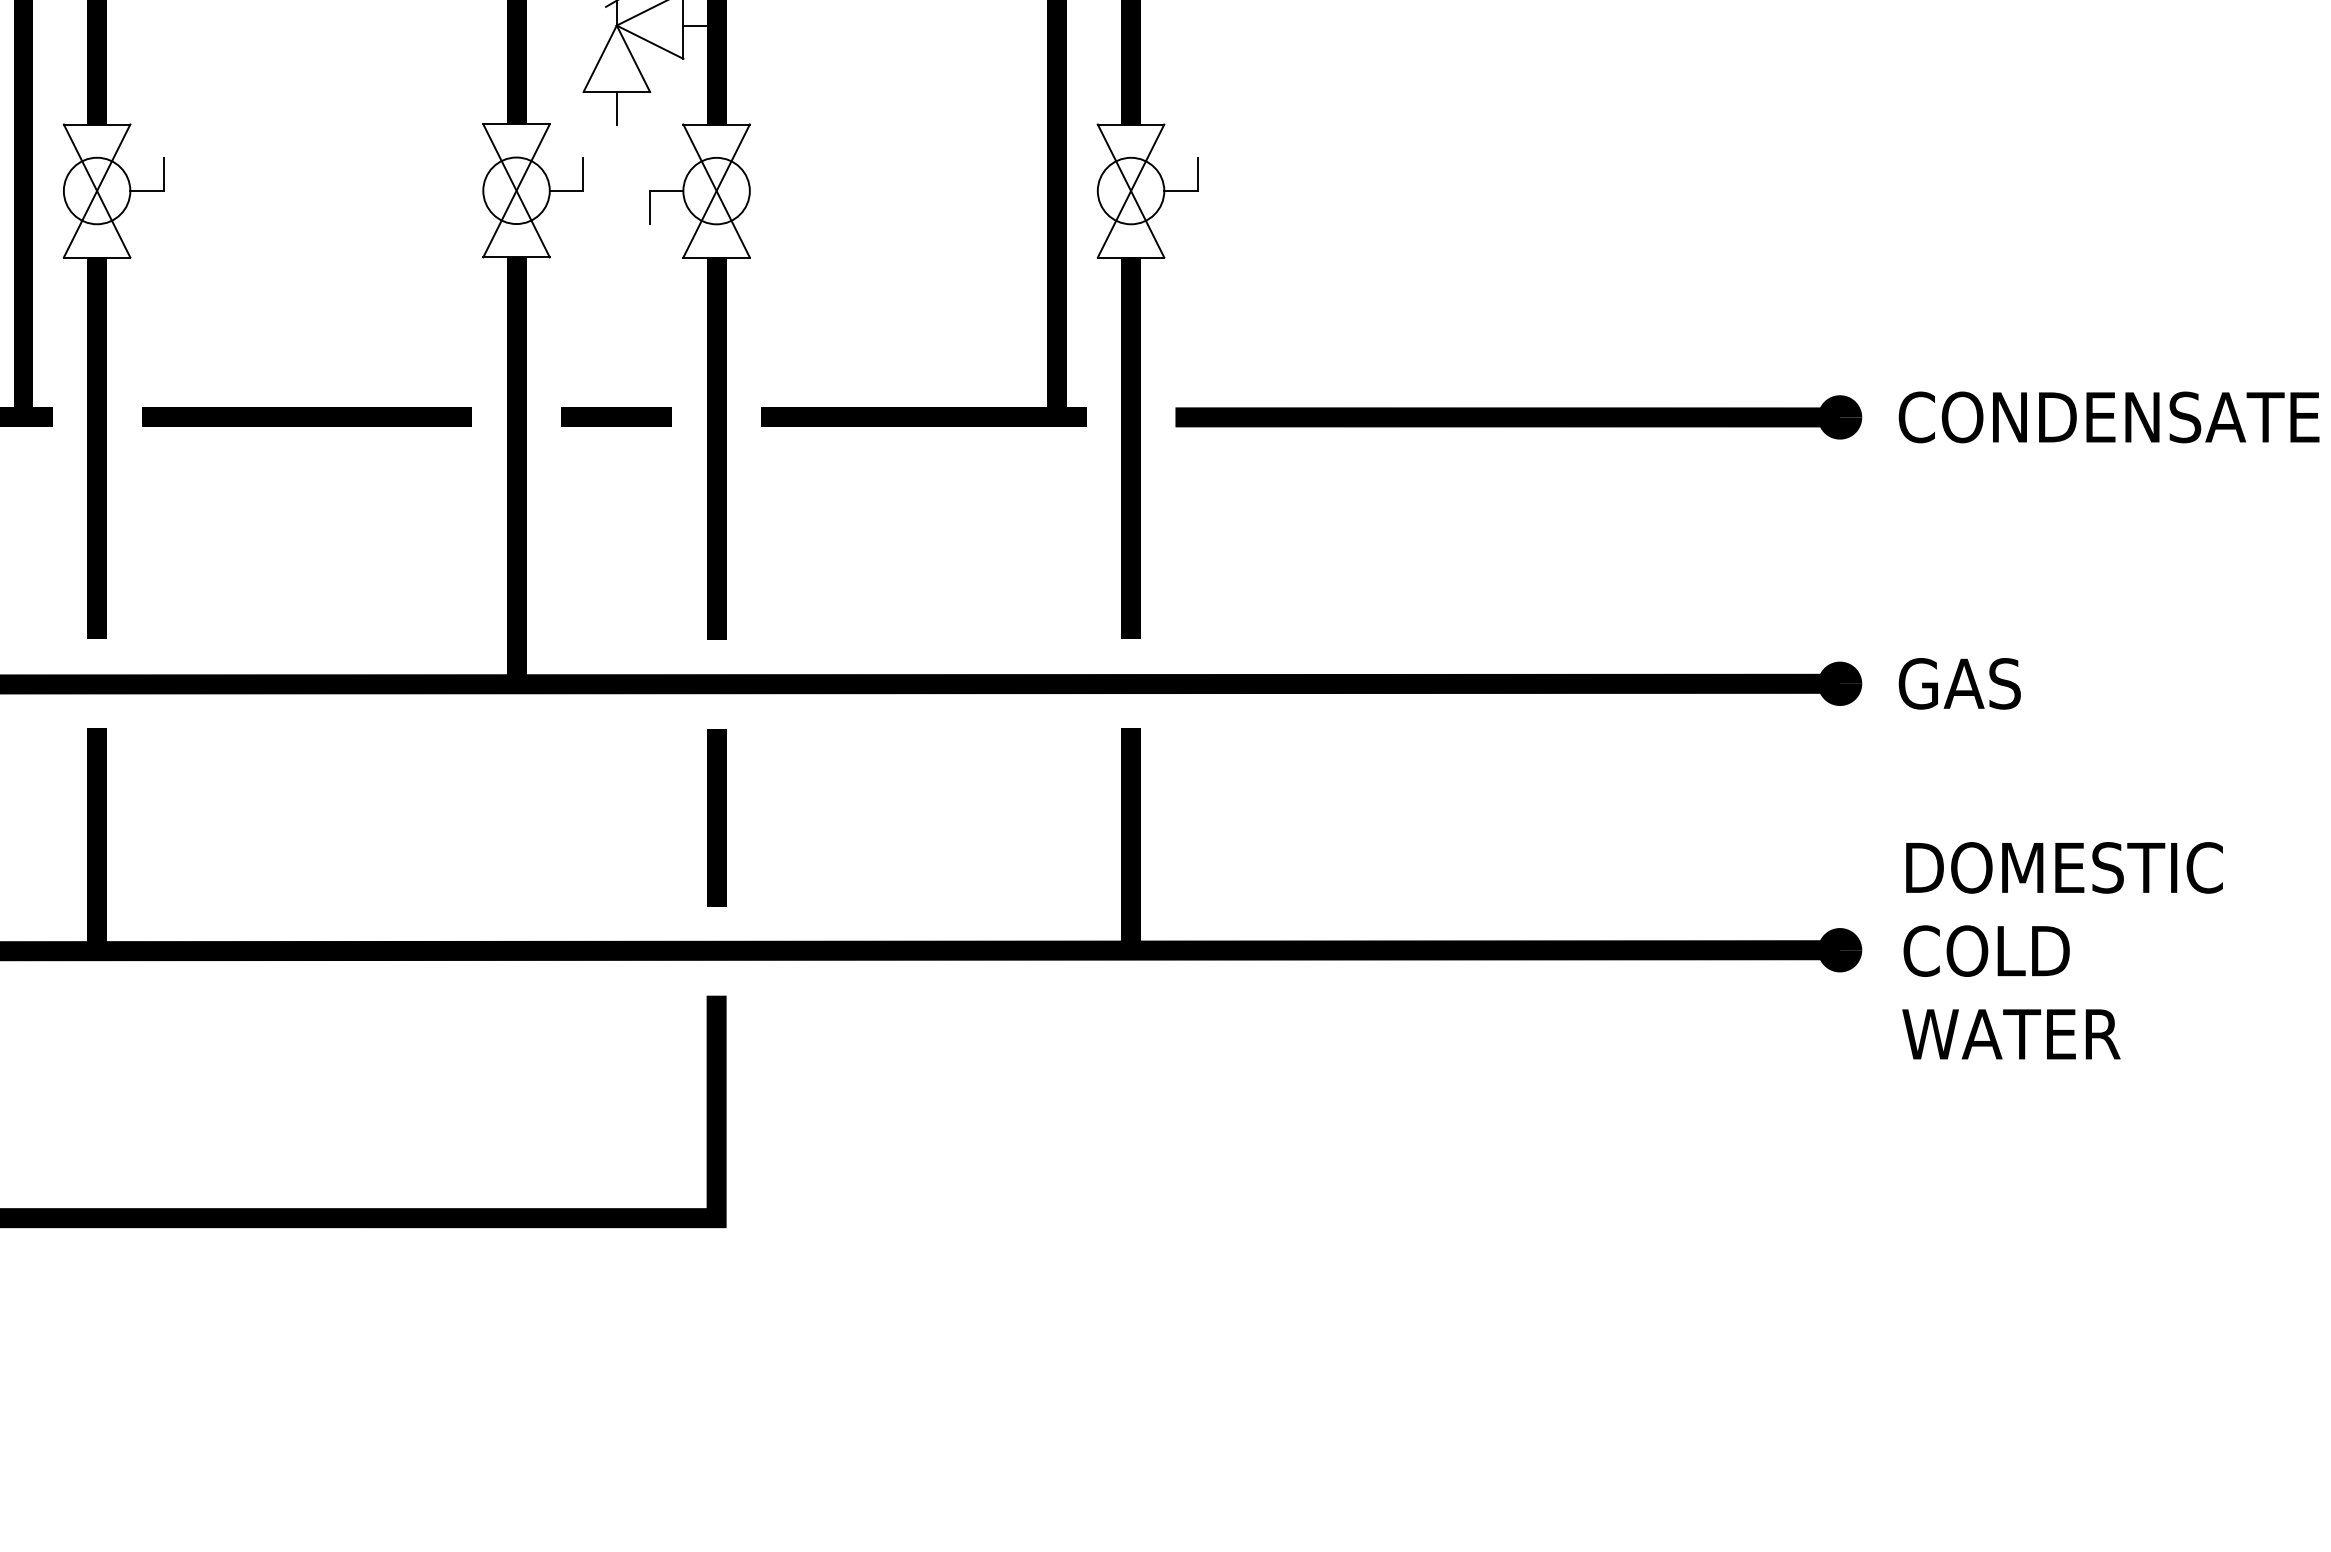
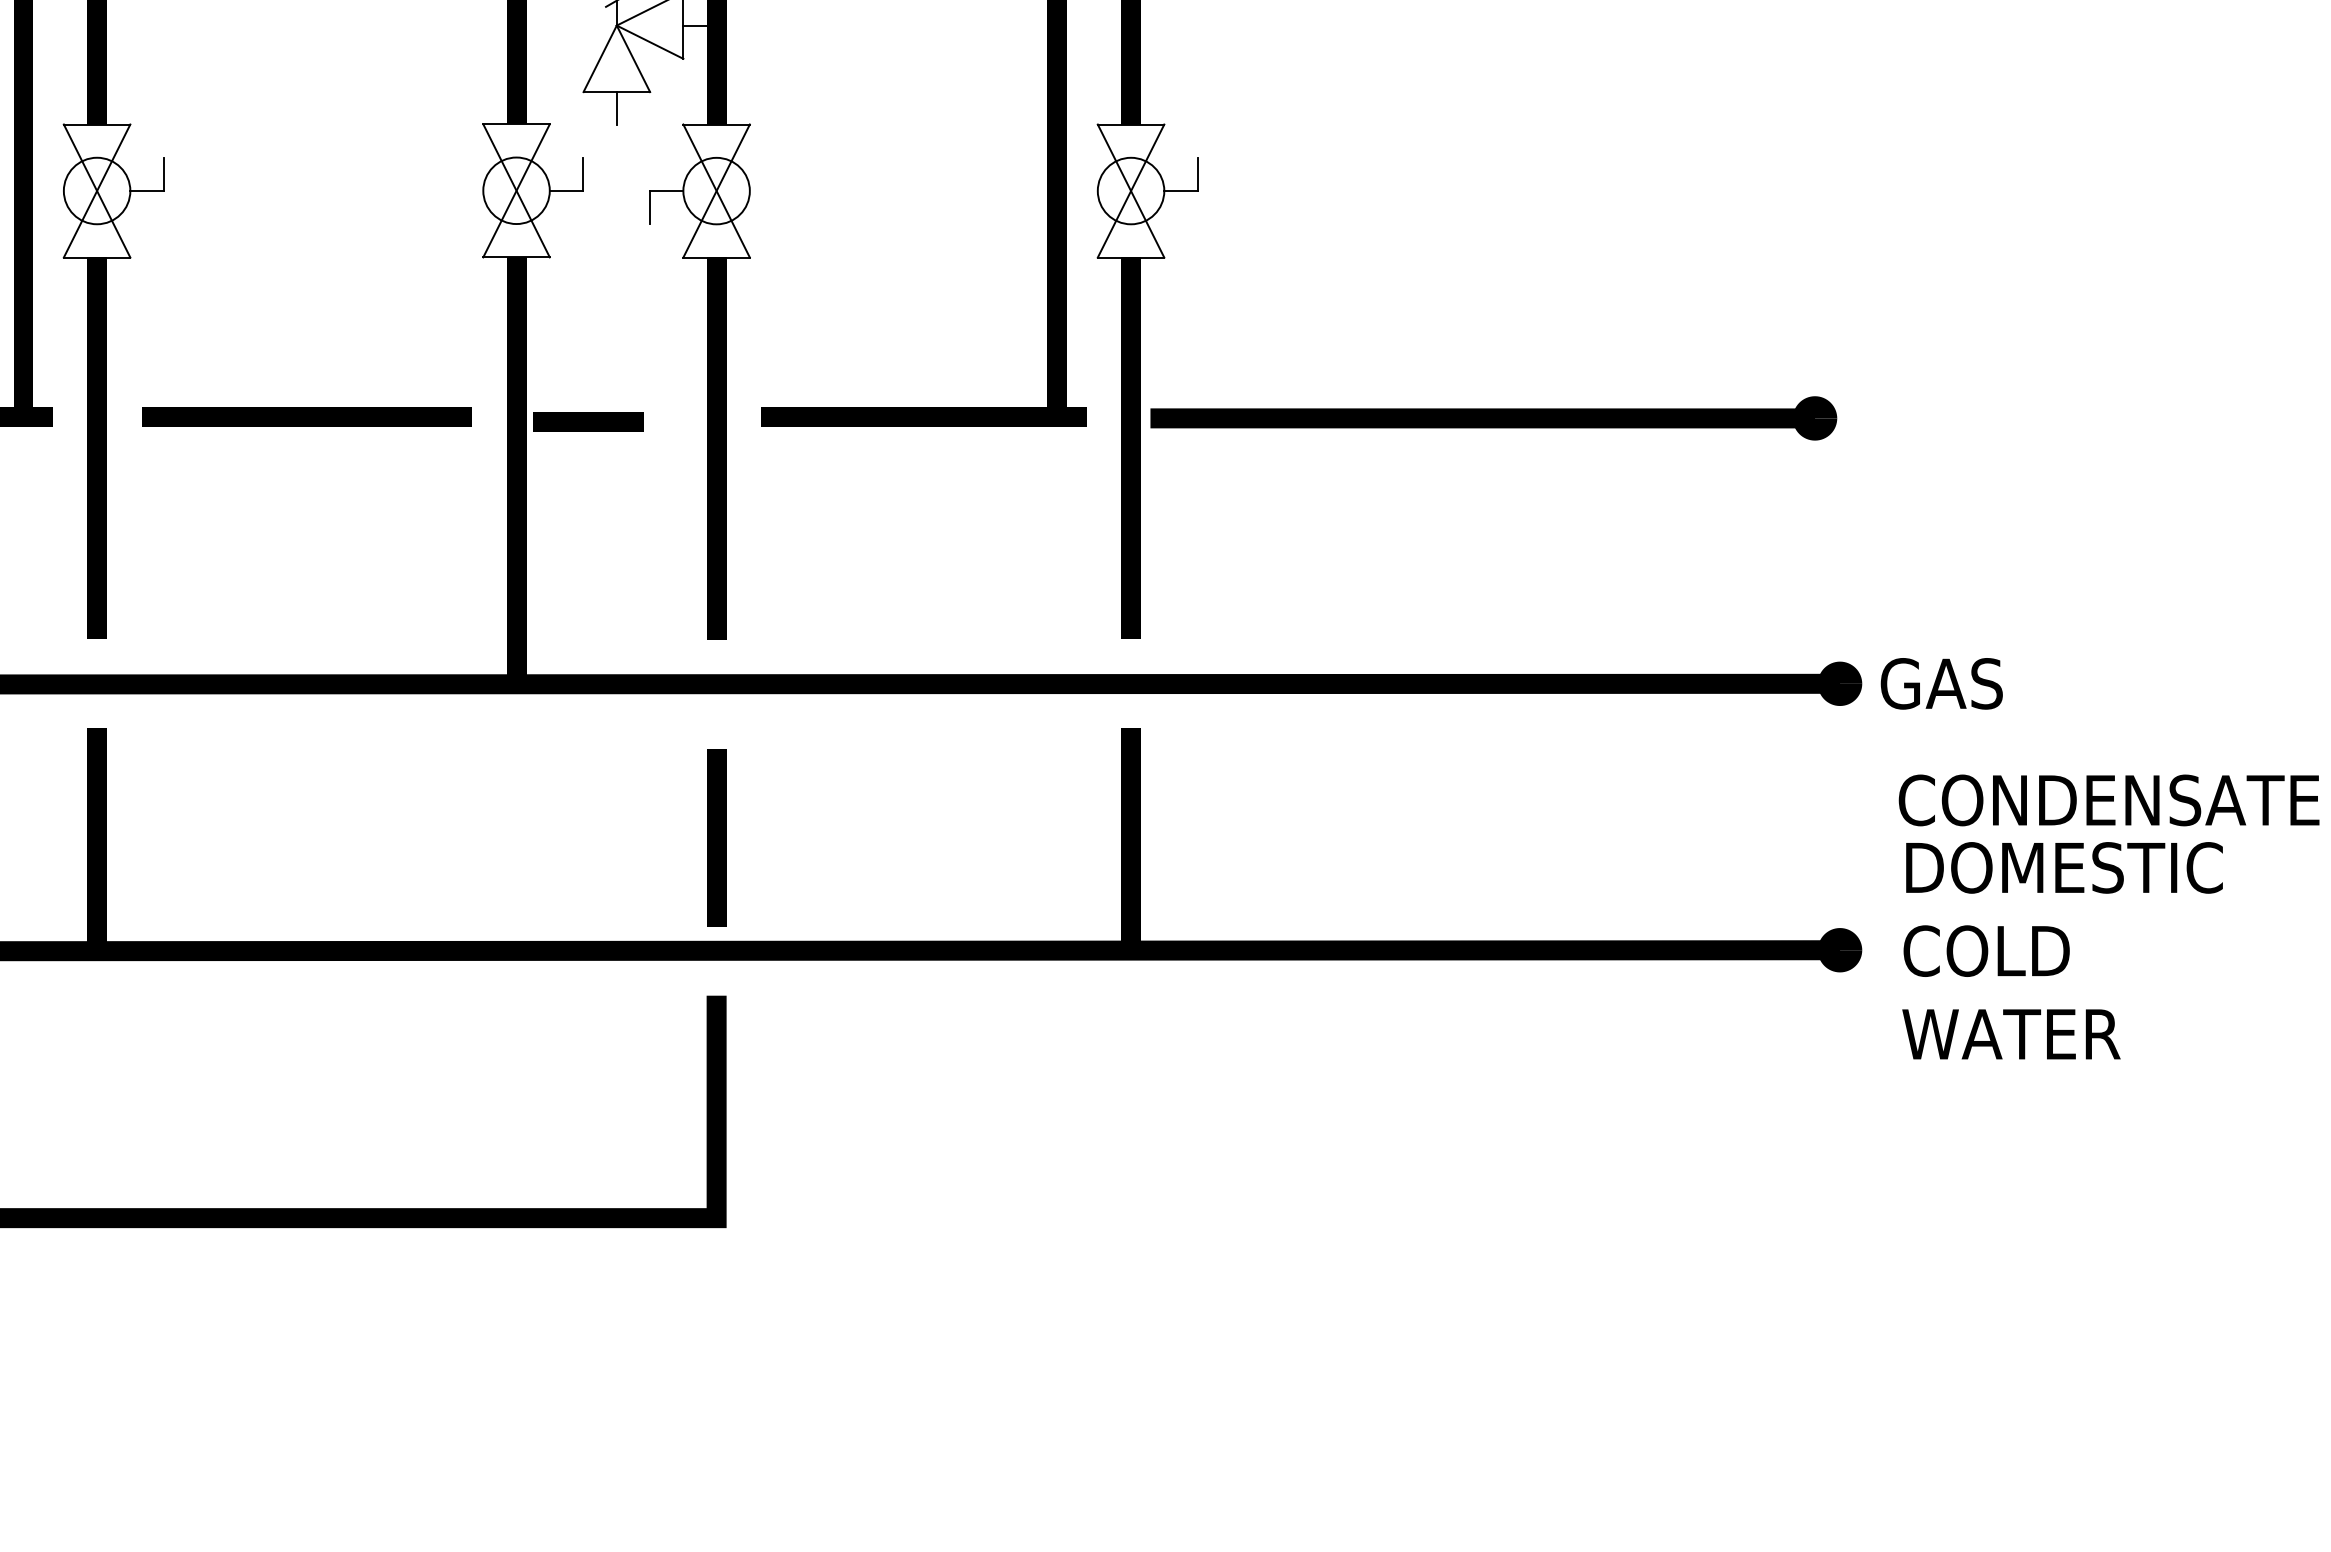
line at (616, 416) position: (616, 416) -> (588, 421)
part at (1518, 417) position: (1518, 417) -> (1493, 418)
text at (2108, 417) position: (2108, 417) -> (2108, 800)
text at (1959, 683) position: (1959, 683) -> (1941, 683)
line at (716, 817) position: (716, 817) -> (716, 837)
